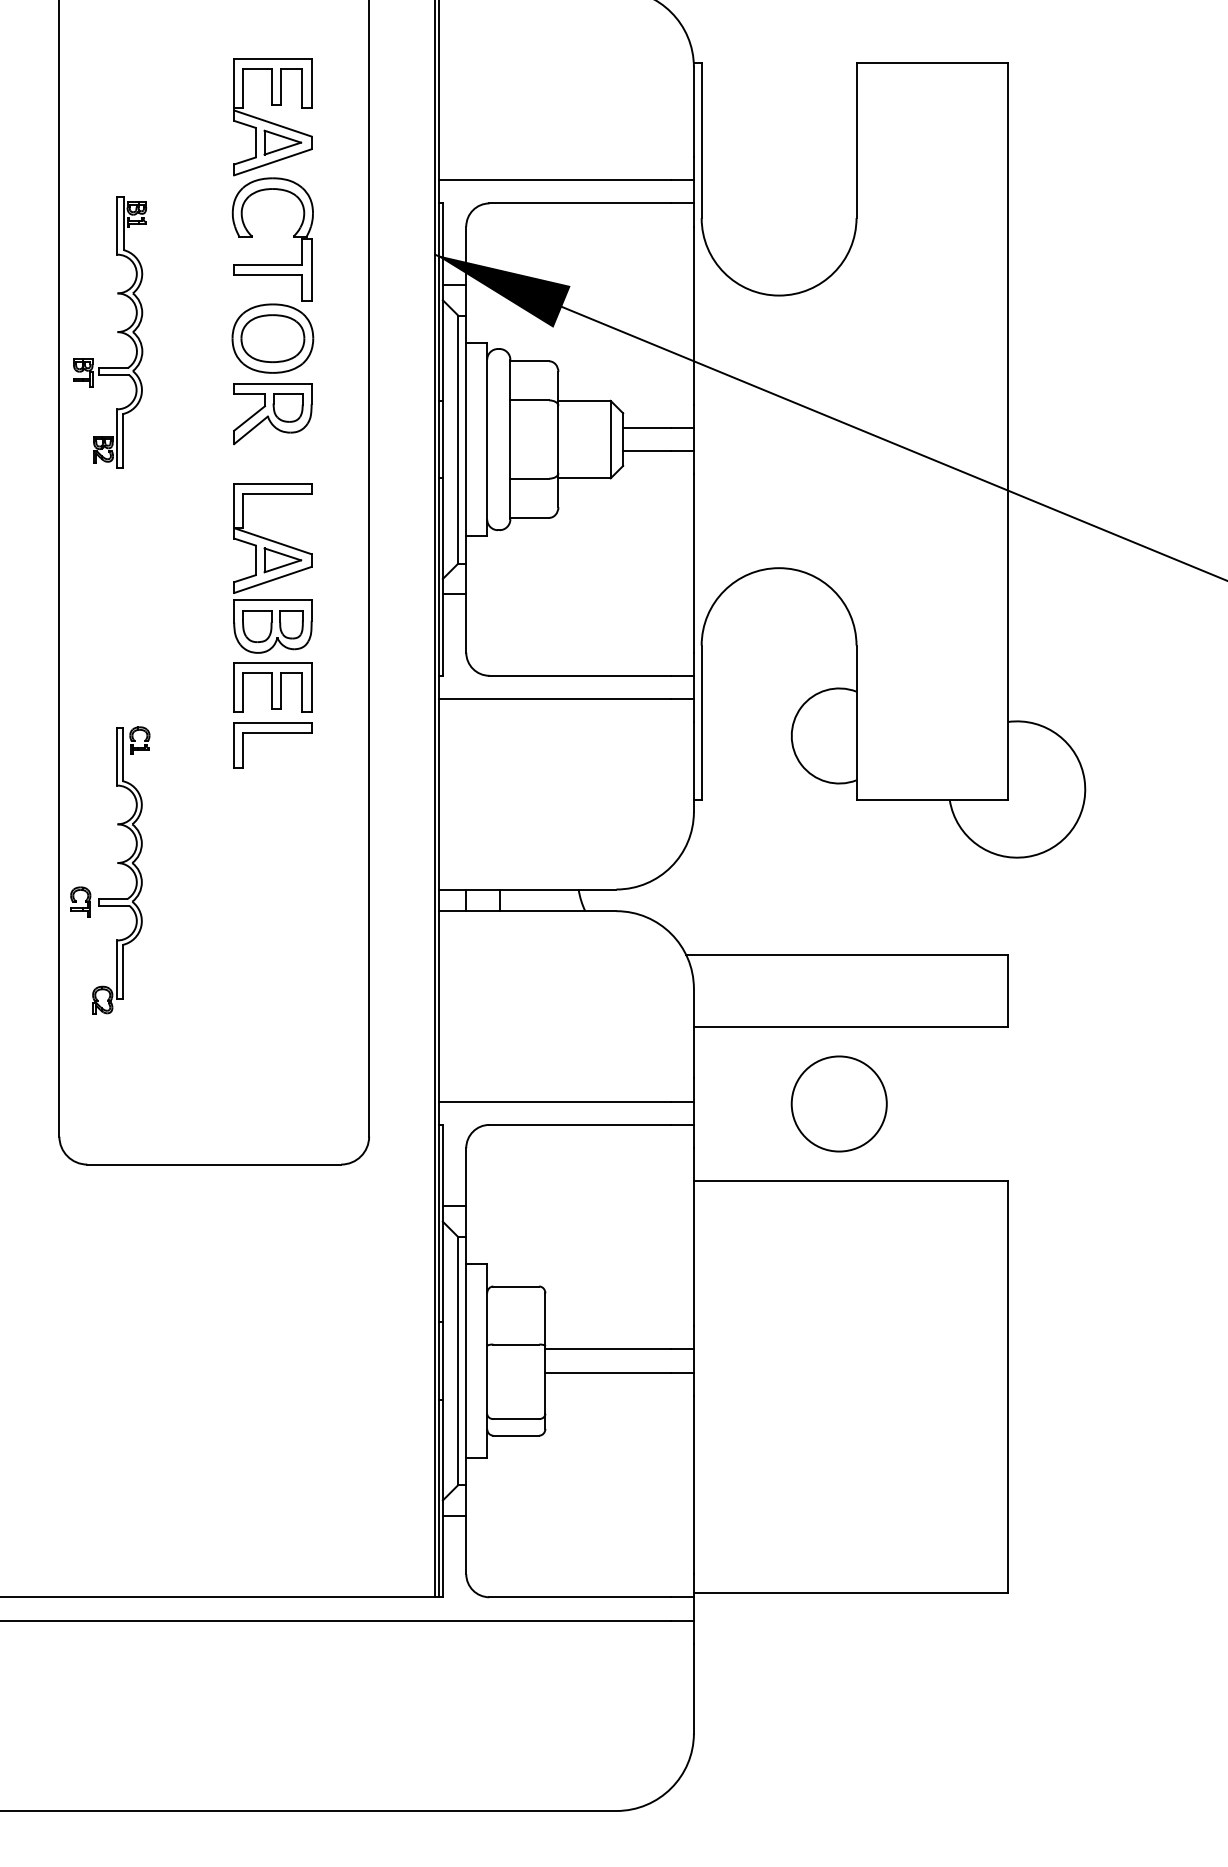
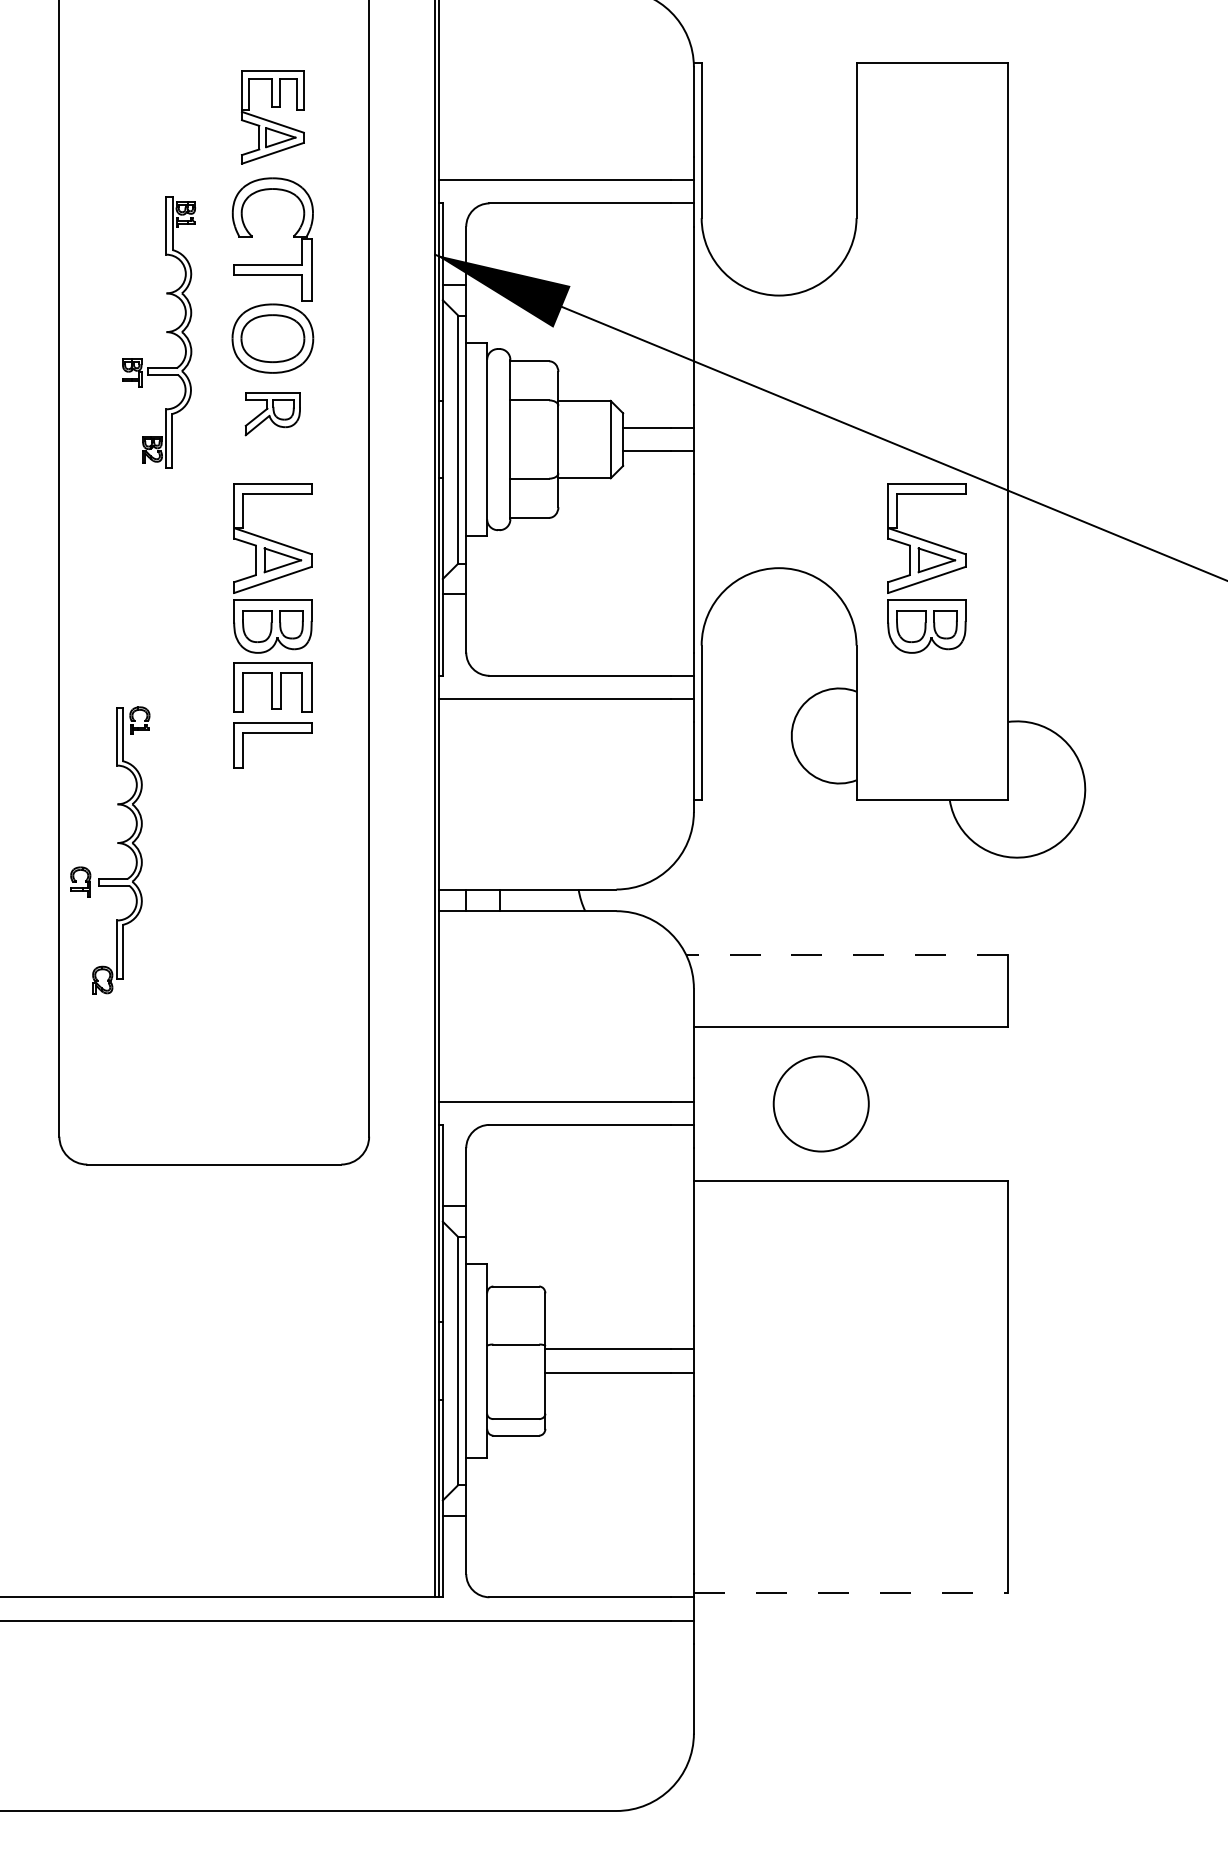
part at (272, 117) size: 80x119 px -> 64x95 px
part at (117, 332) position: (117, 332) -> (166, 332)
part at (272, 414) size: 80x63 px -> 57x45 px
part at (926, 568): none -> present
part at (117, 863) position: (117, 863) -> (117, 843)
line at (847, 955): solid -> dashed
circle at (838, 1103) position: (838, 1103) -> (820, 1103)
line at (851, 1593): solid -> dashed
